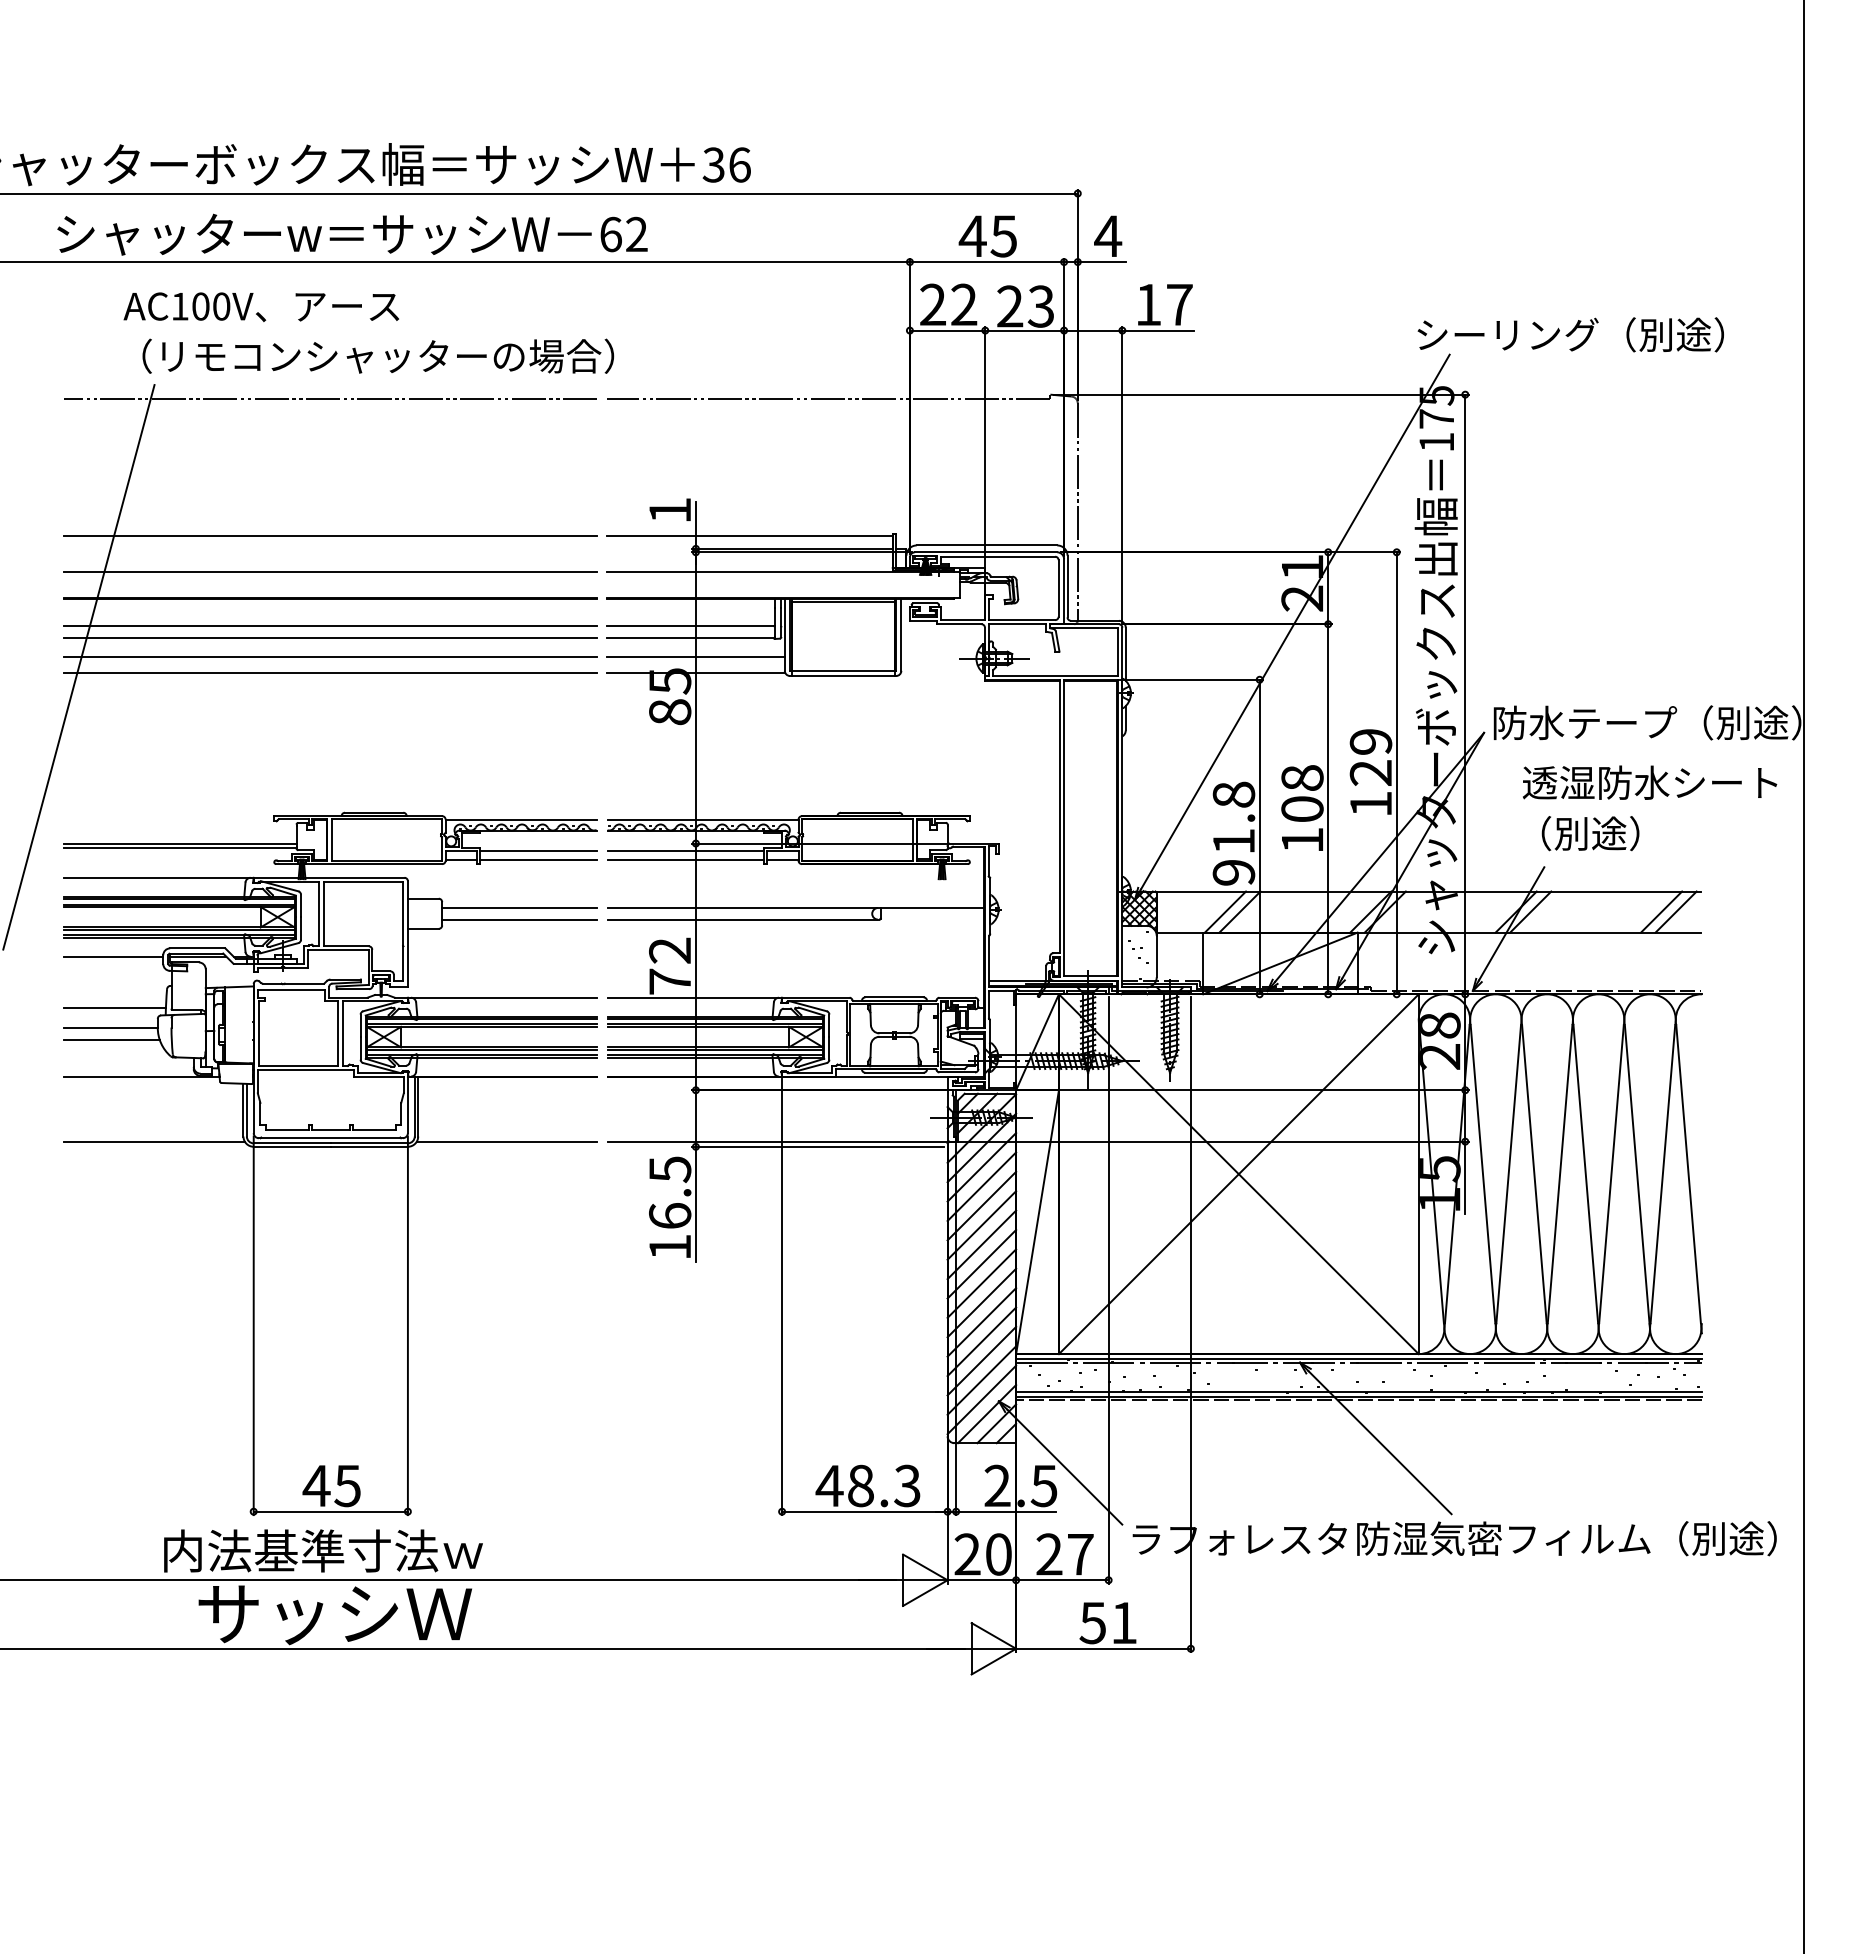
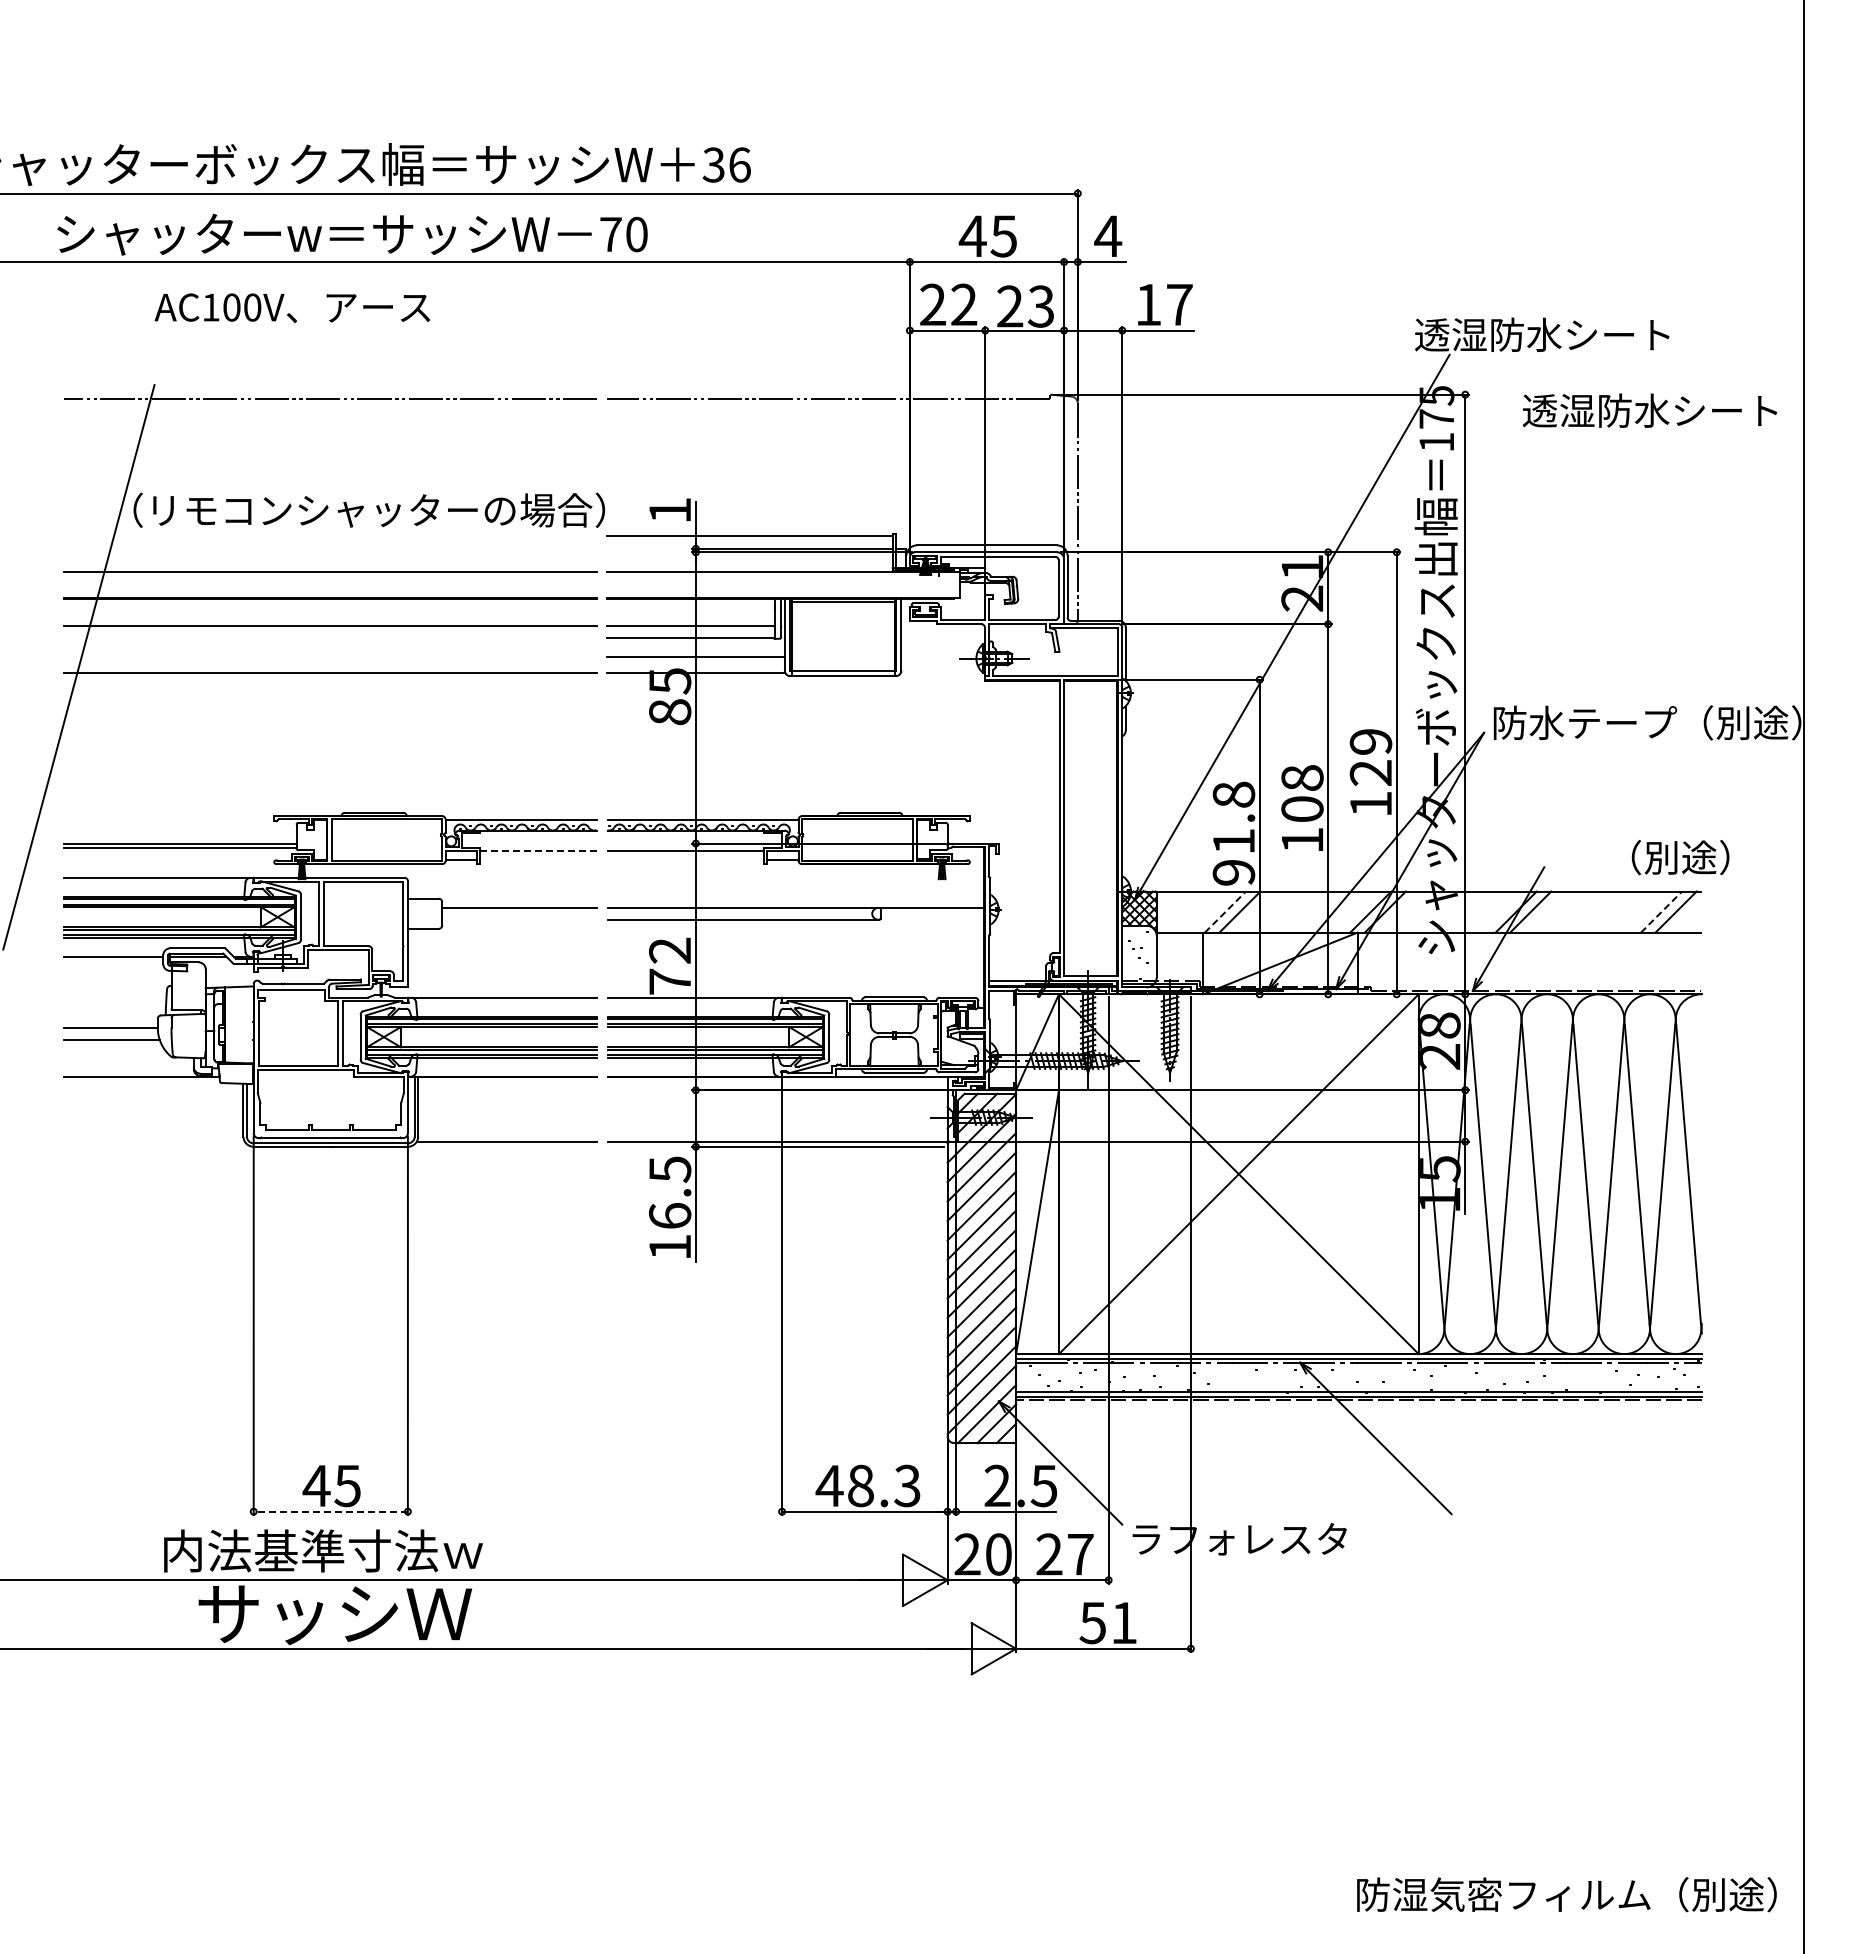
text at (623, 234): 62 -> 70
text at (261, 306) position: (261, 306) -> (292, 307)
text at (1569, 334): シーリング（別途） -> 透湿防水シート
text at (378, 355) position: (378, 355) -> (369, 509)
line at (330, 535): present -> none
line at (330, 638): present -> none
line at (330, 657): present -> none
text at (1650, 782) position: (1650, 782) -> (1650, 410)
text at (1590, 833) position: (1590, 833) -> (1680, 857)
line at (538, 850): solid -> dashed
line at (538, 859): present -> none
line at (685, 859): present -> none
line at (1225, 911): solid -> dashed
line at (1661, 911): solid -> dashed
line at (519, 919): present -> none
line at (114, 1008): present -> none
line at (154, 1141): present -> none
line at (330, 1511): solid -> dashed
text at (1566, 1538) position: (1566, 1538) -> (1566, 1894)
